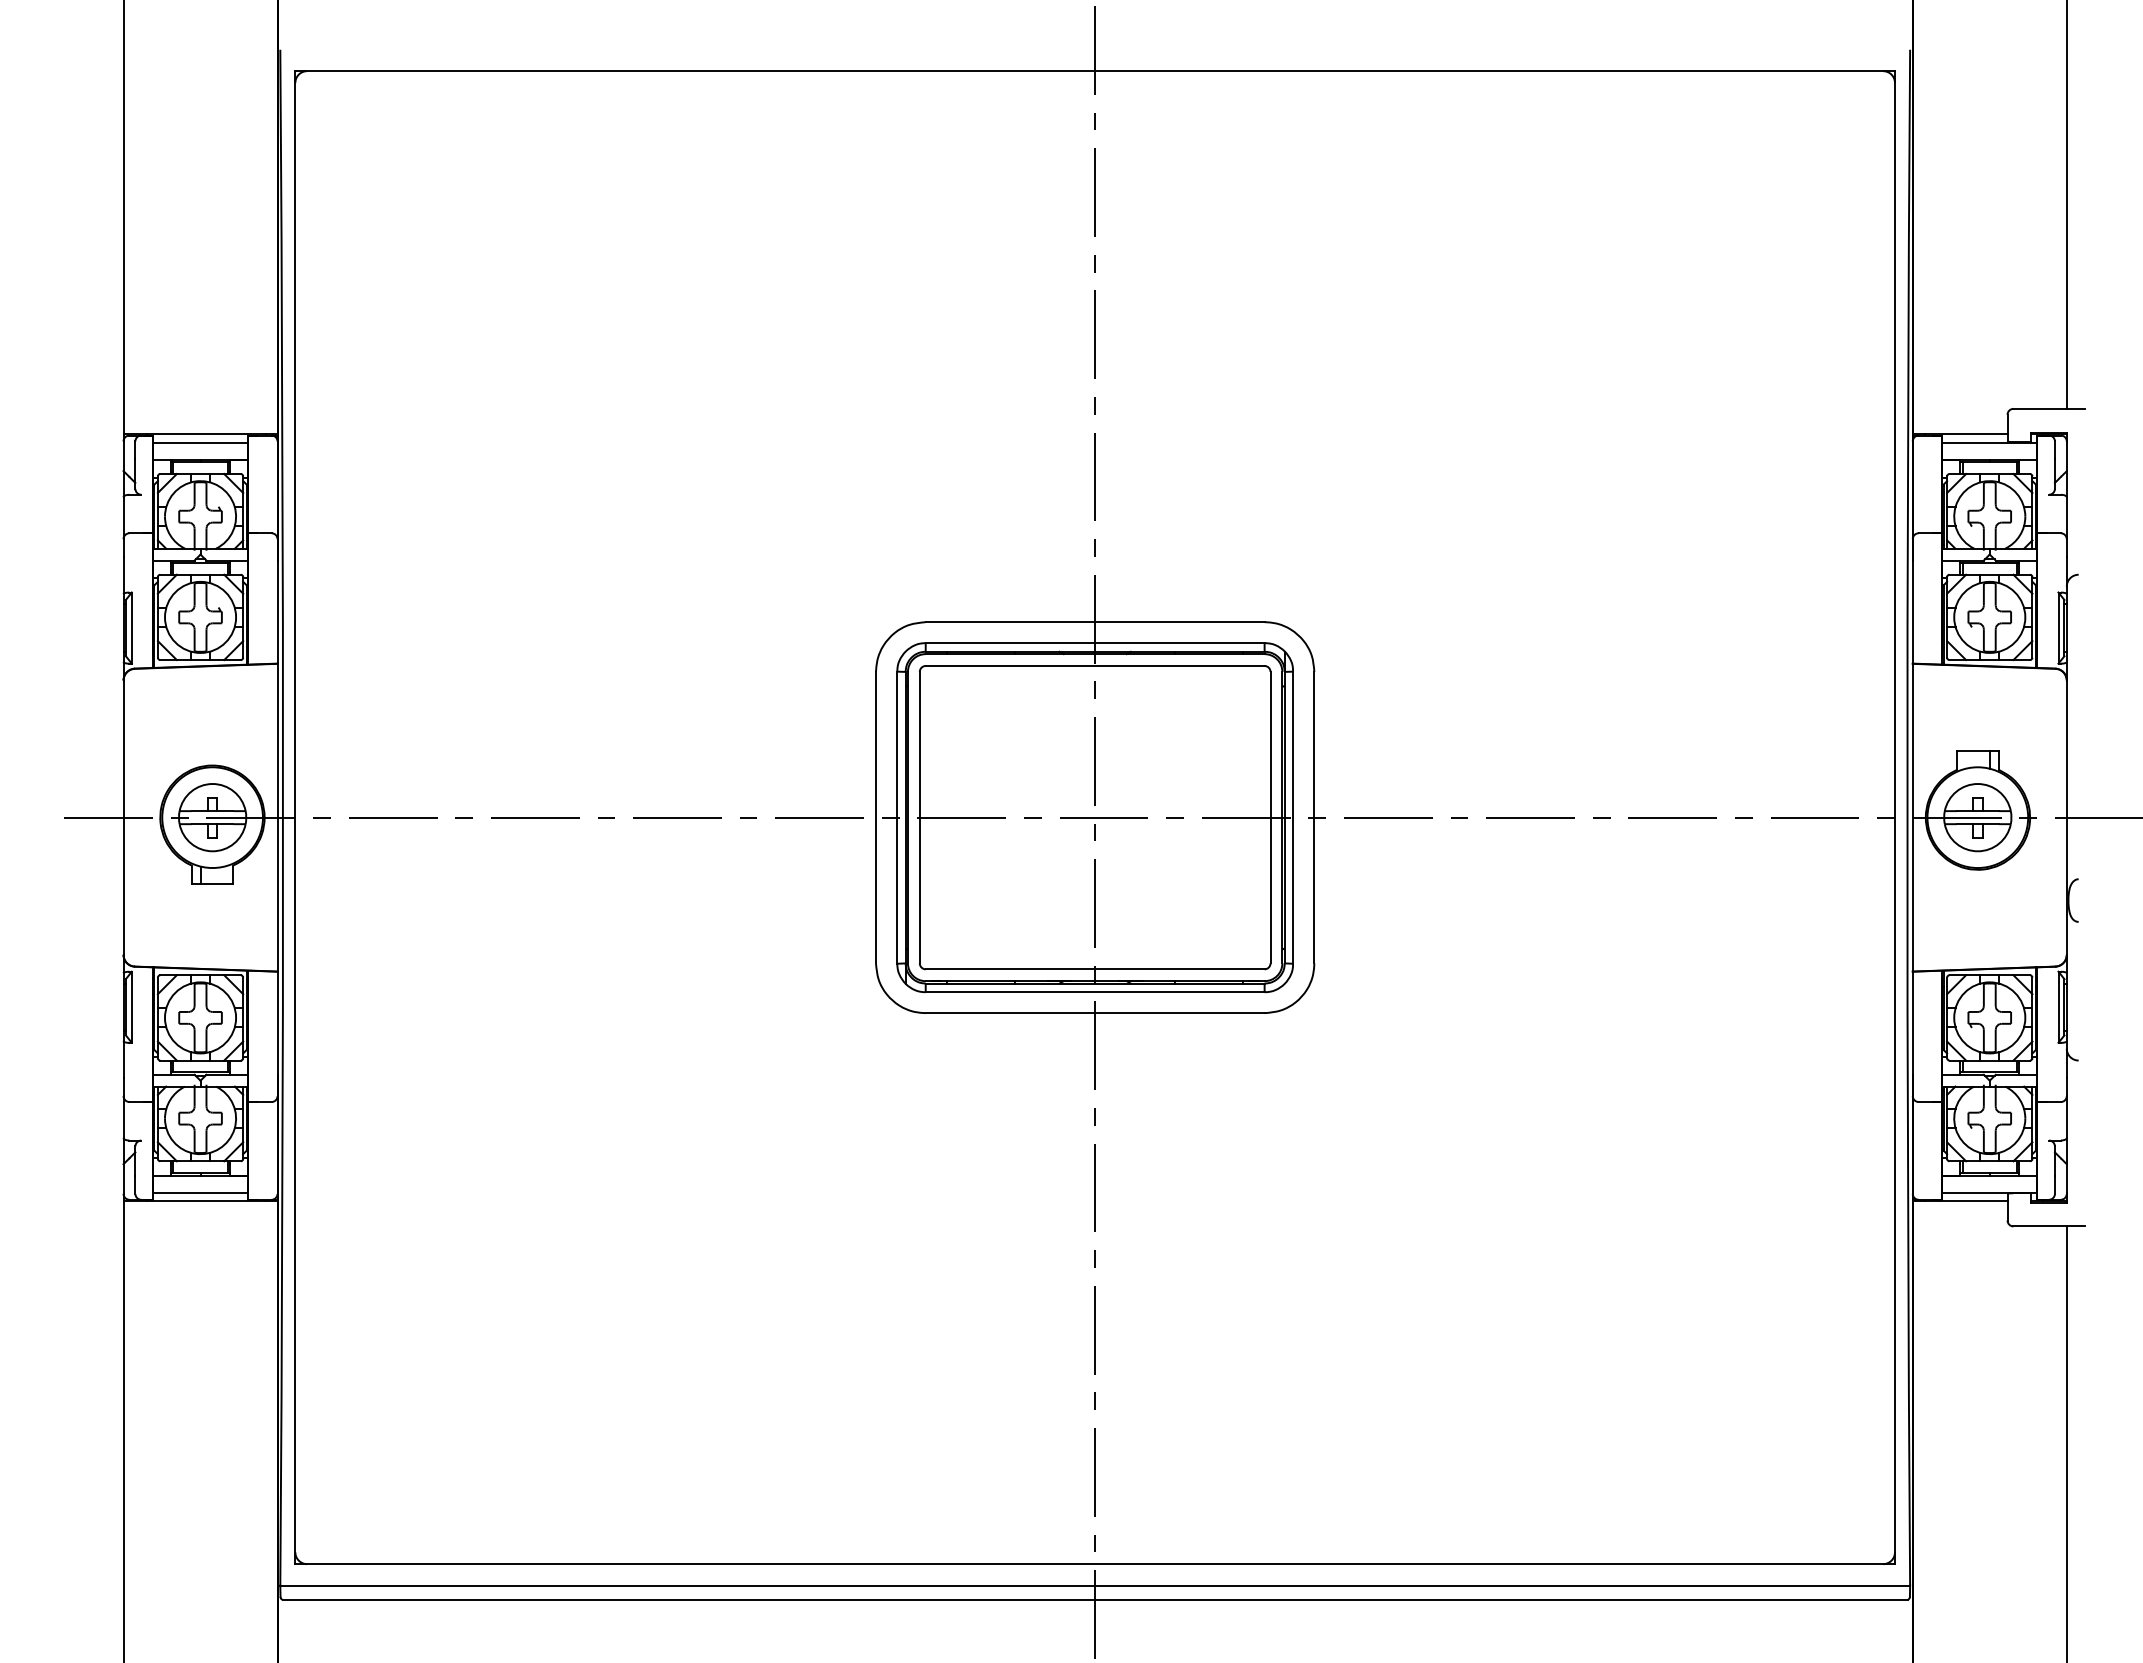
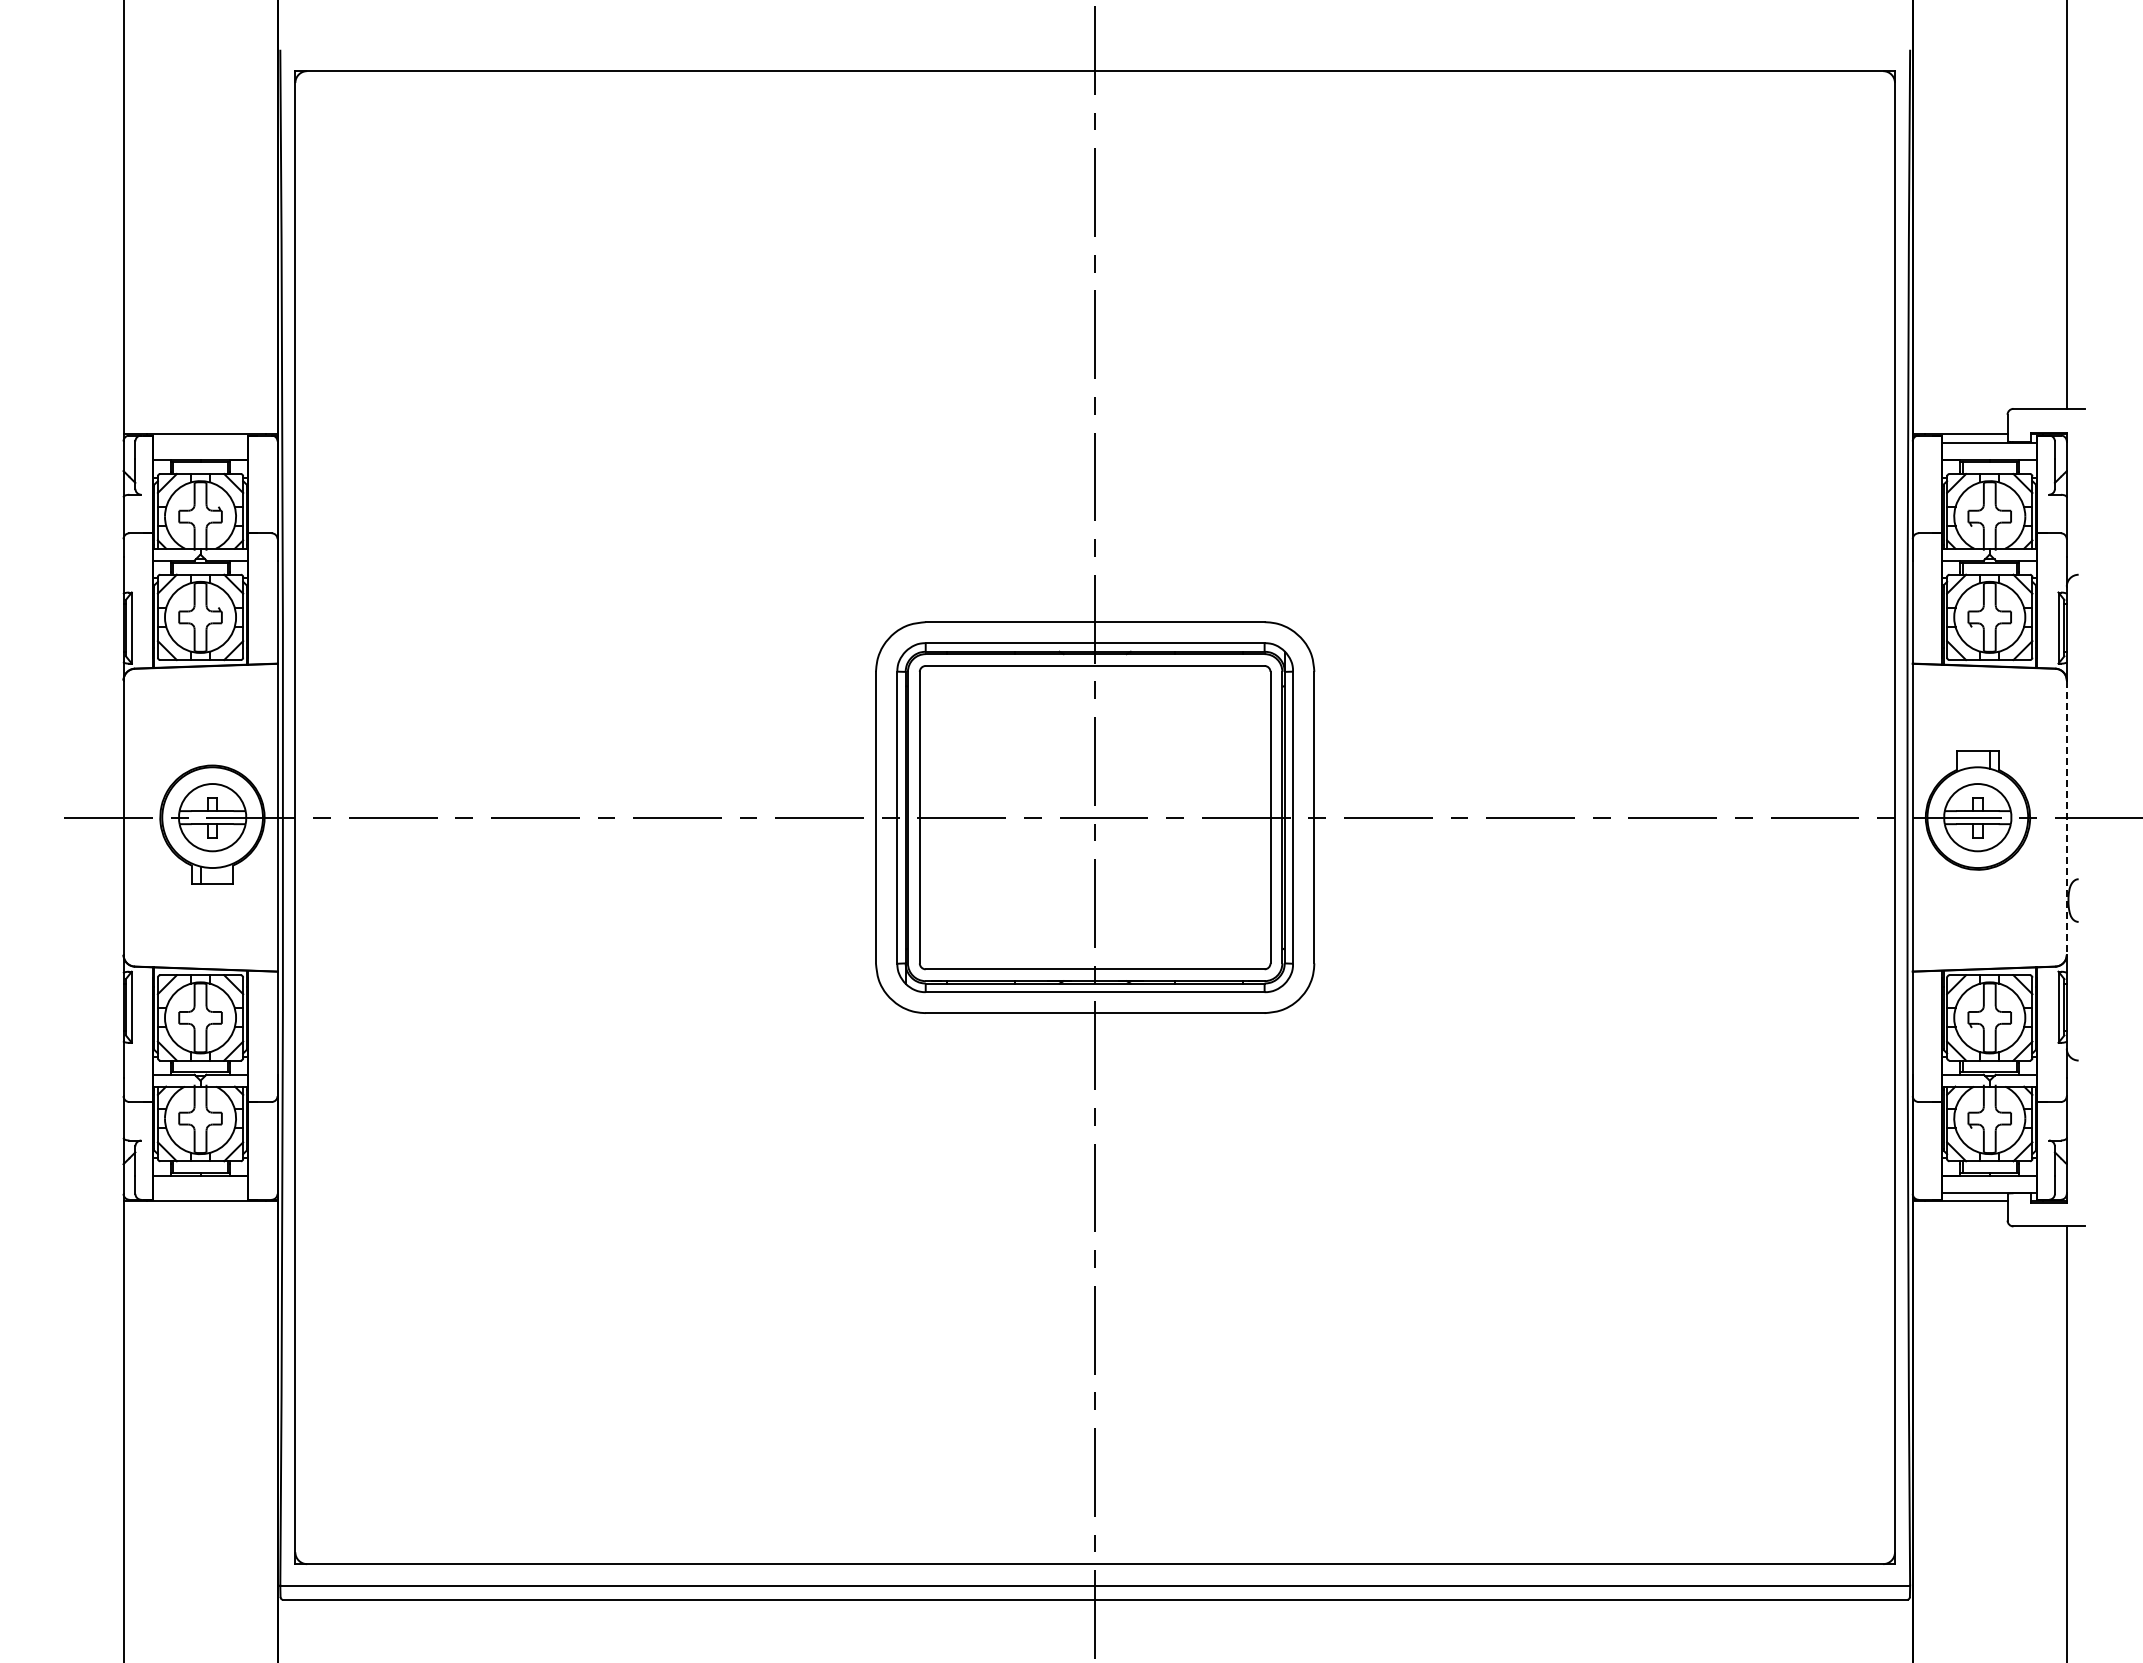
line at (200, 442): present -> none
line at (2066, 818): solid -> dashed
line at (200, 1192): present -> none
